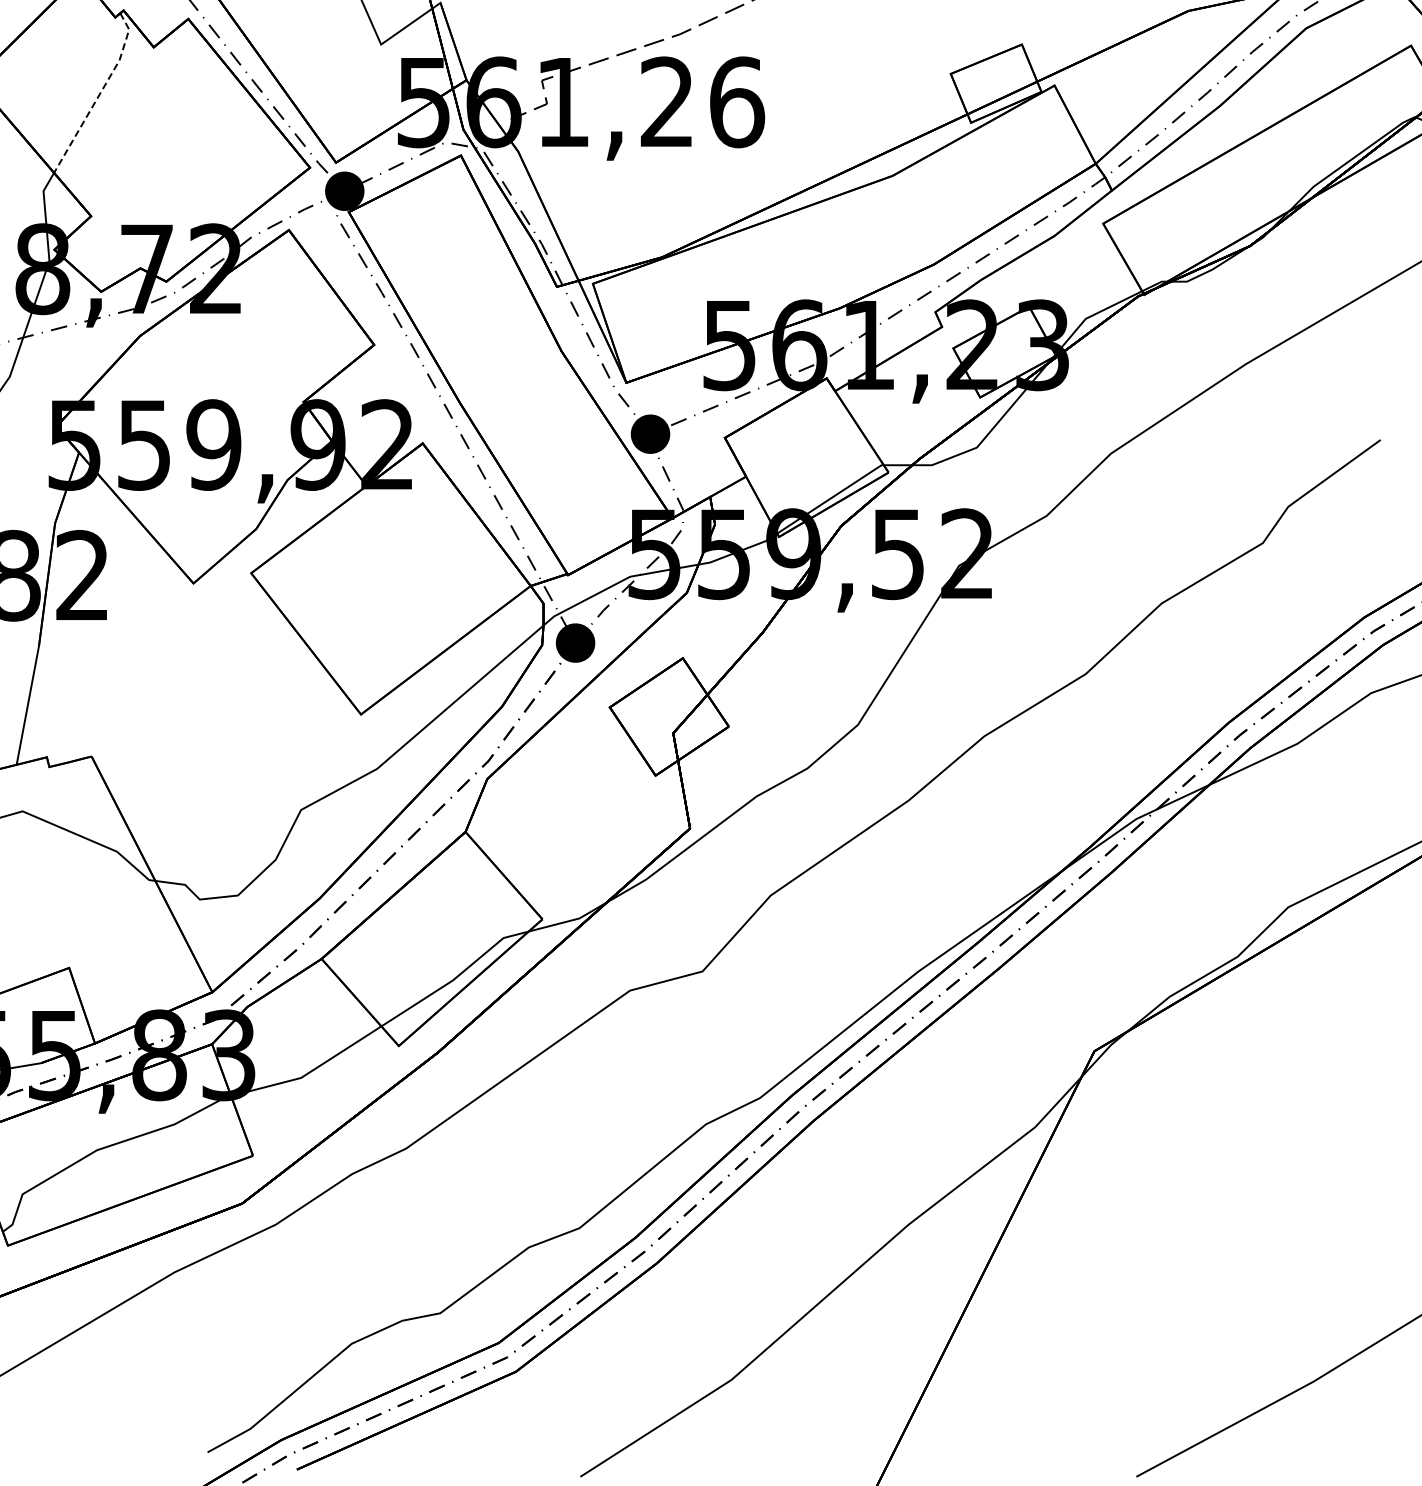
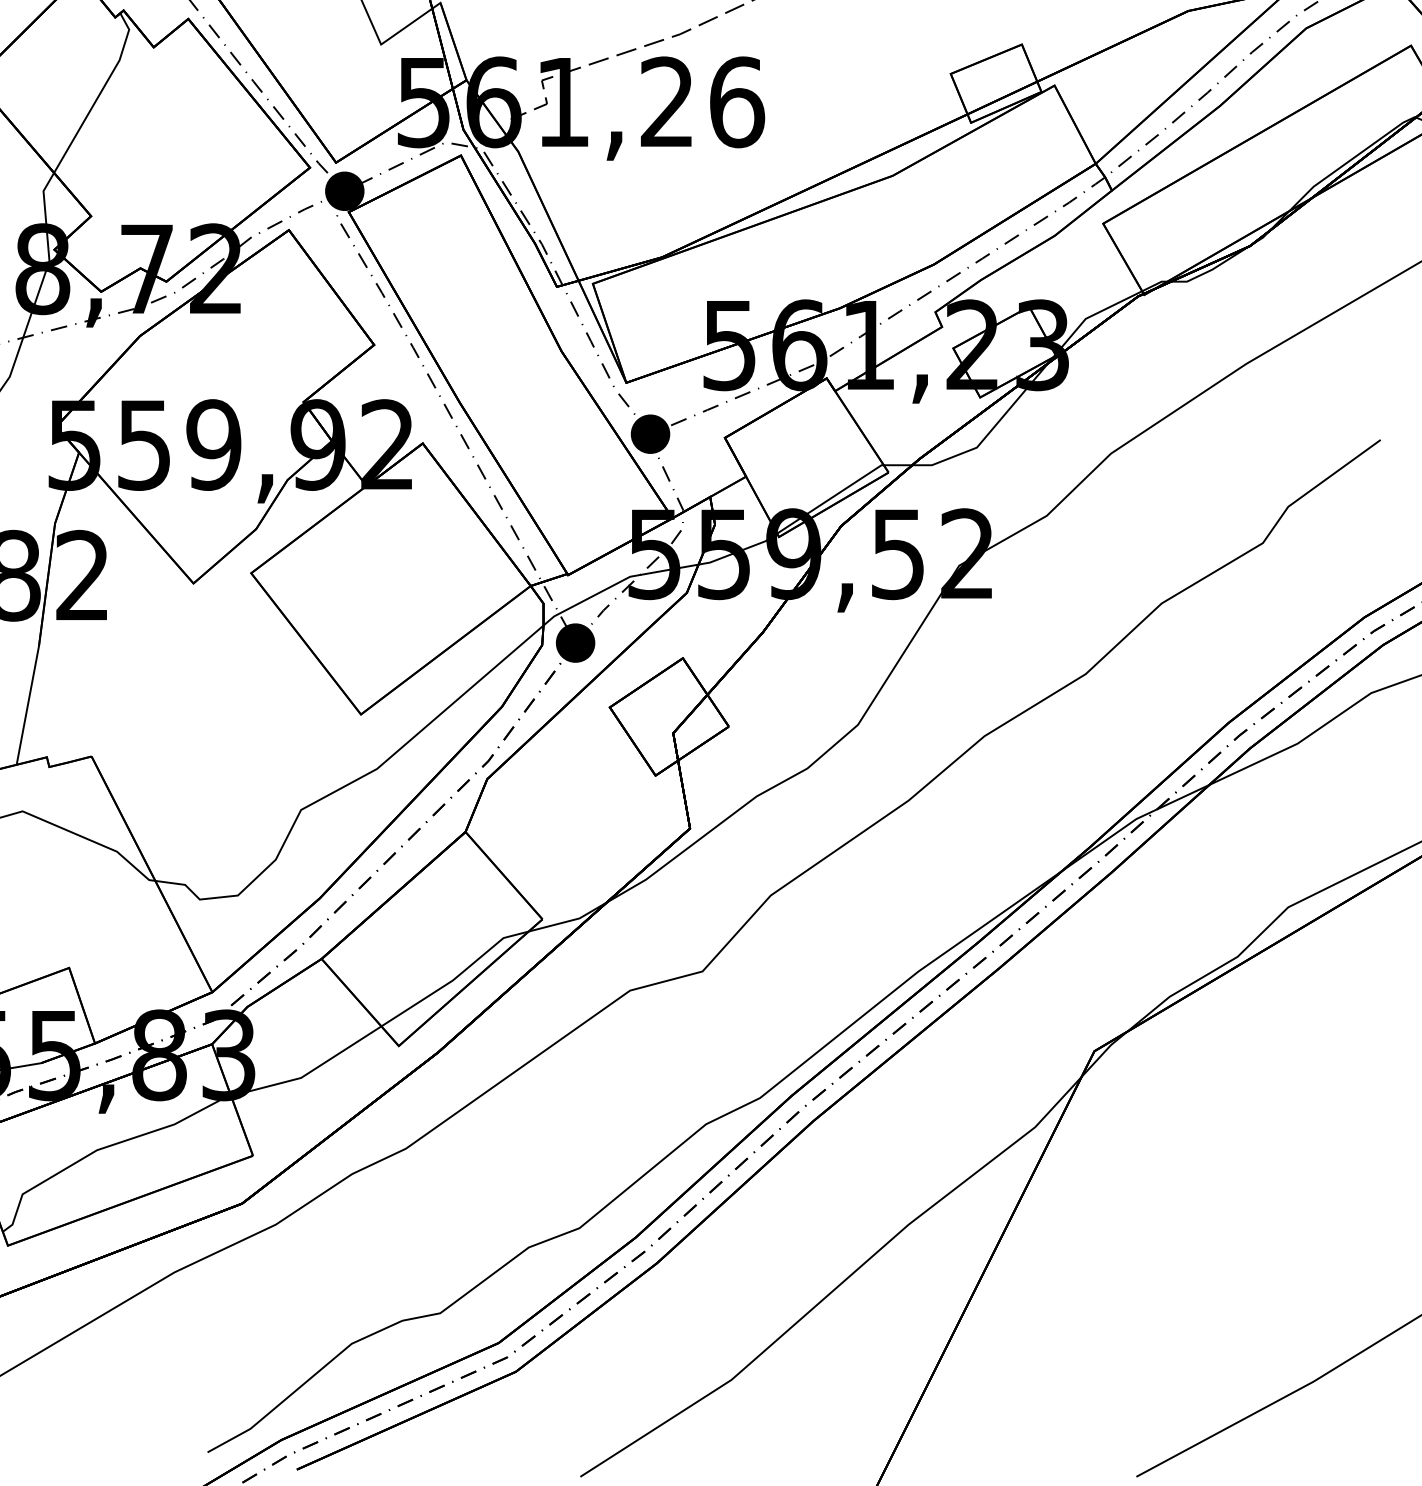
line at (100, 93): dashed -> solid
